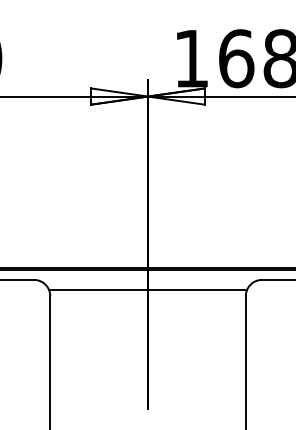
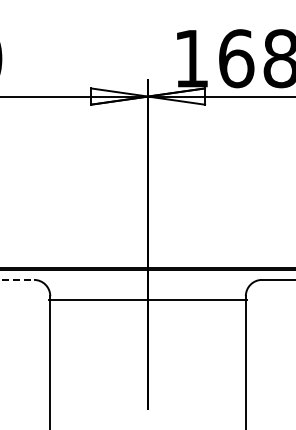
line at (16, 279): solid -> dashed
line at (148, 290) position: (148, 290) -> (148, 300)
